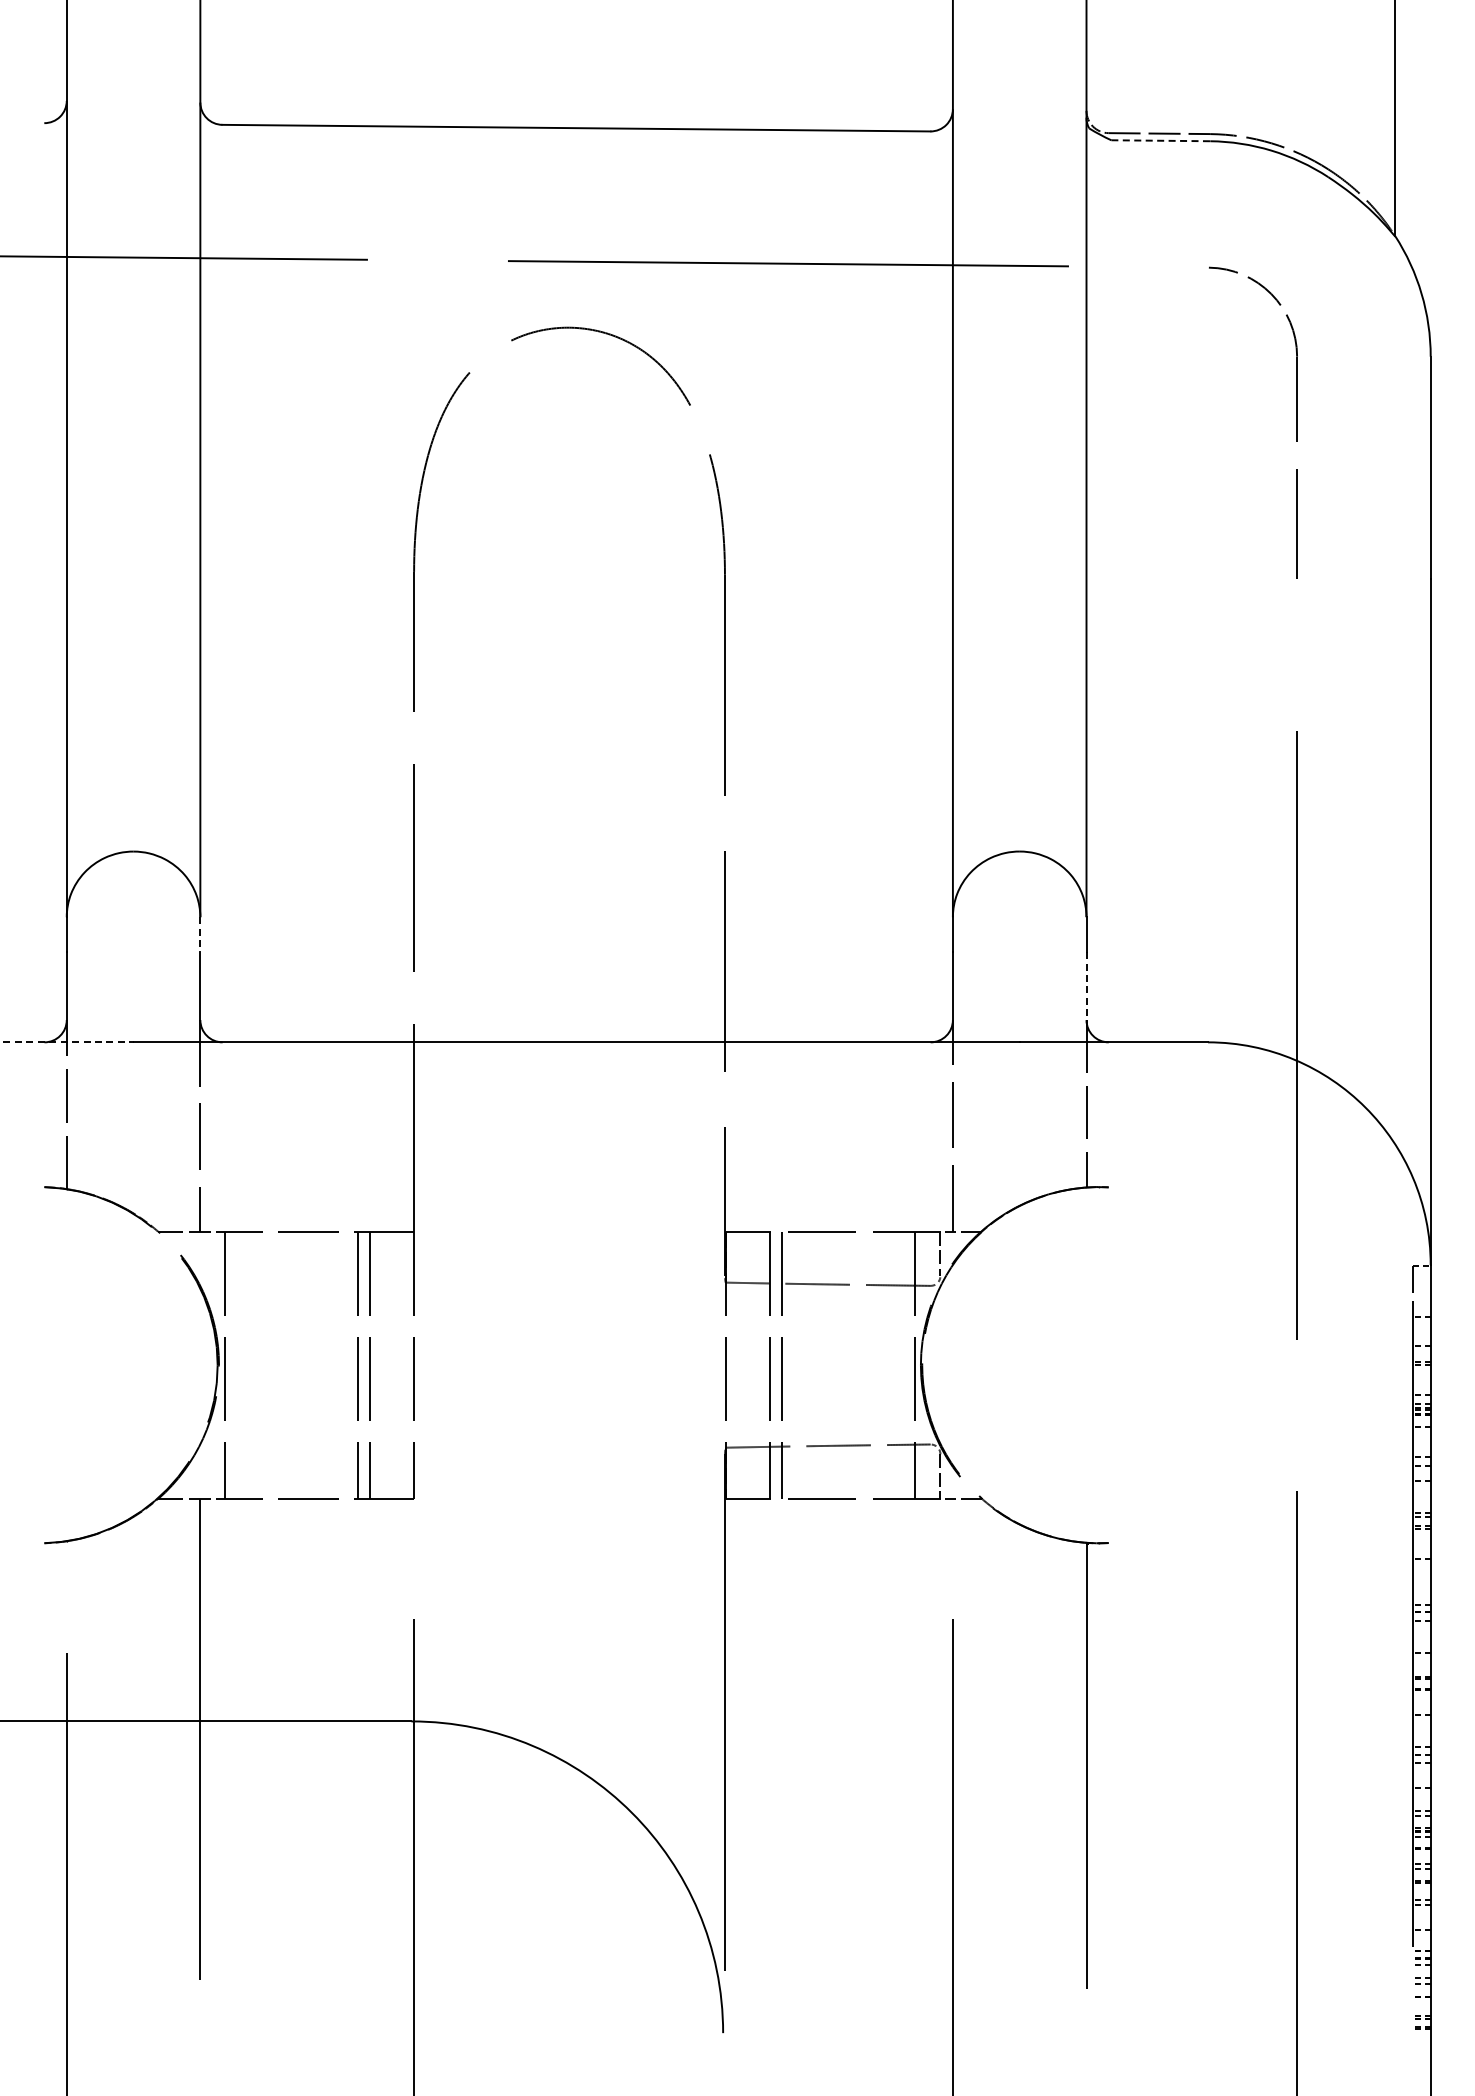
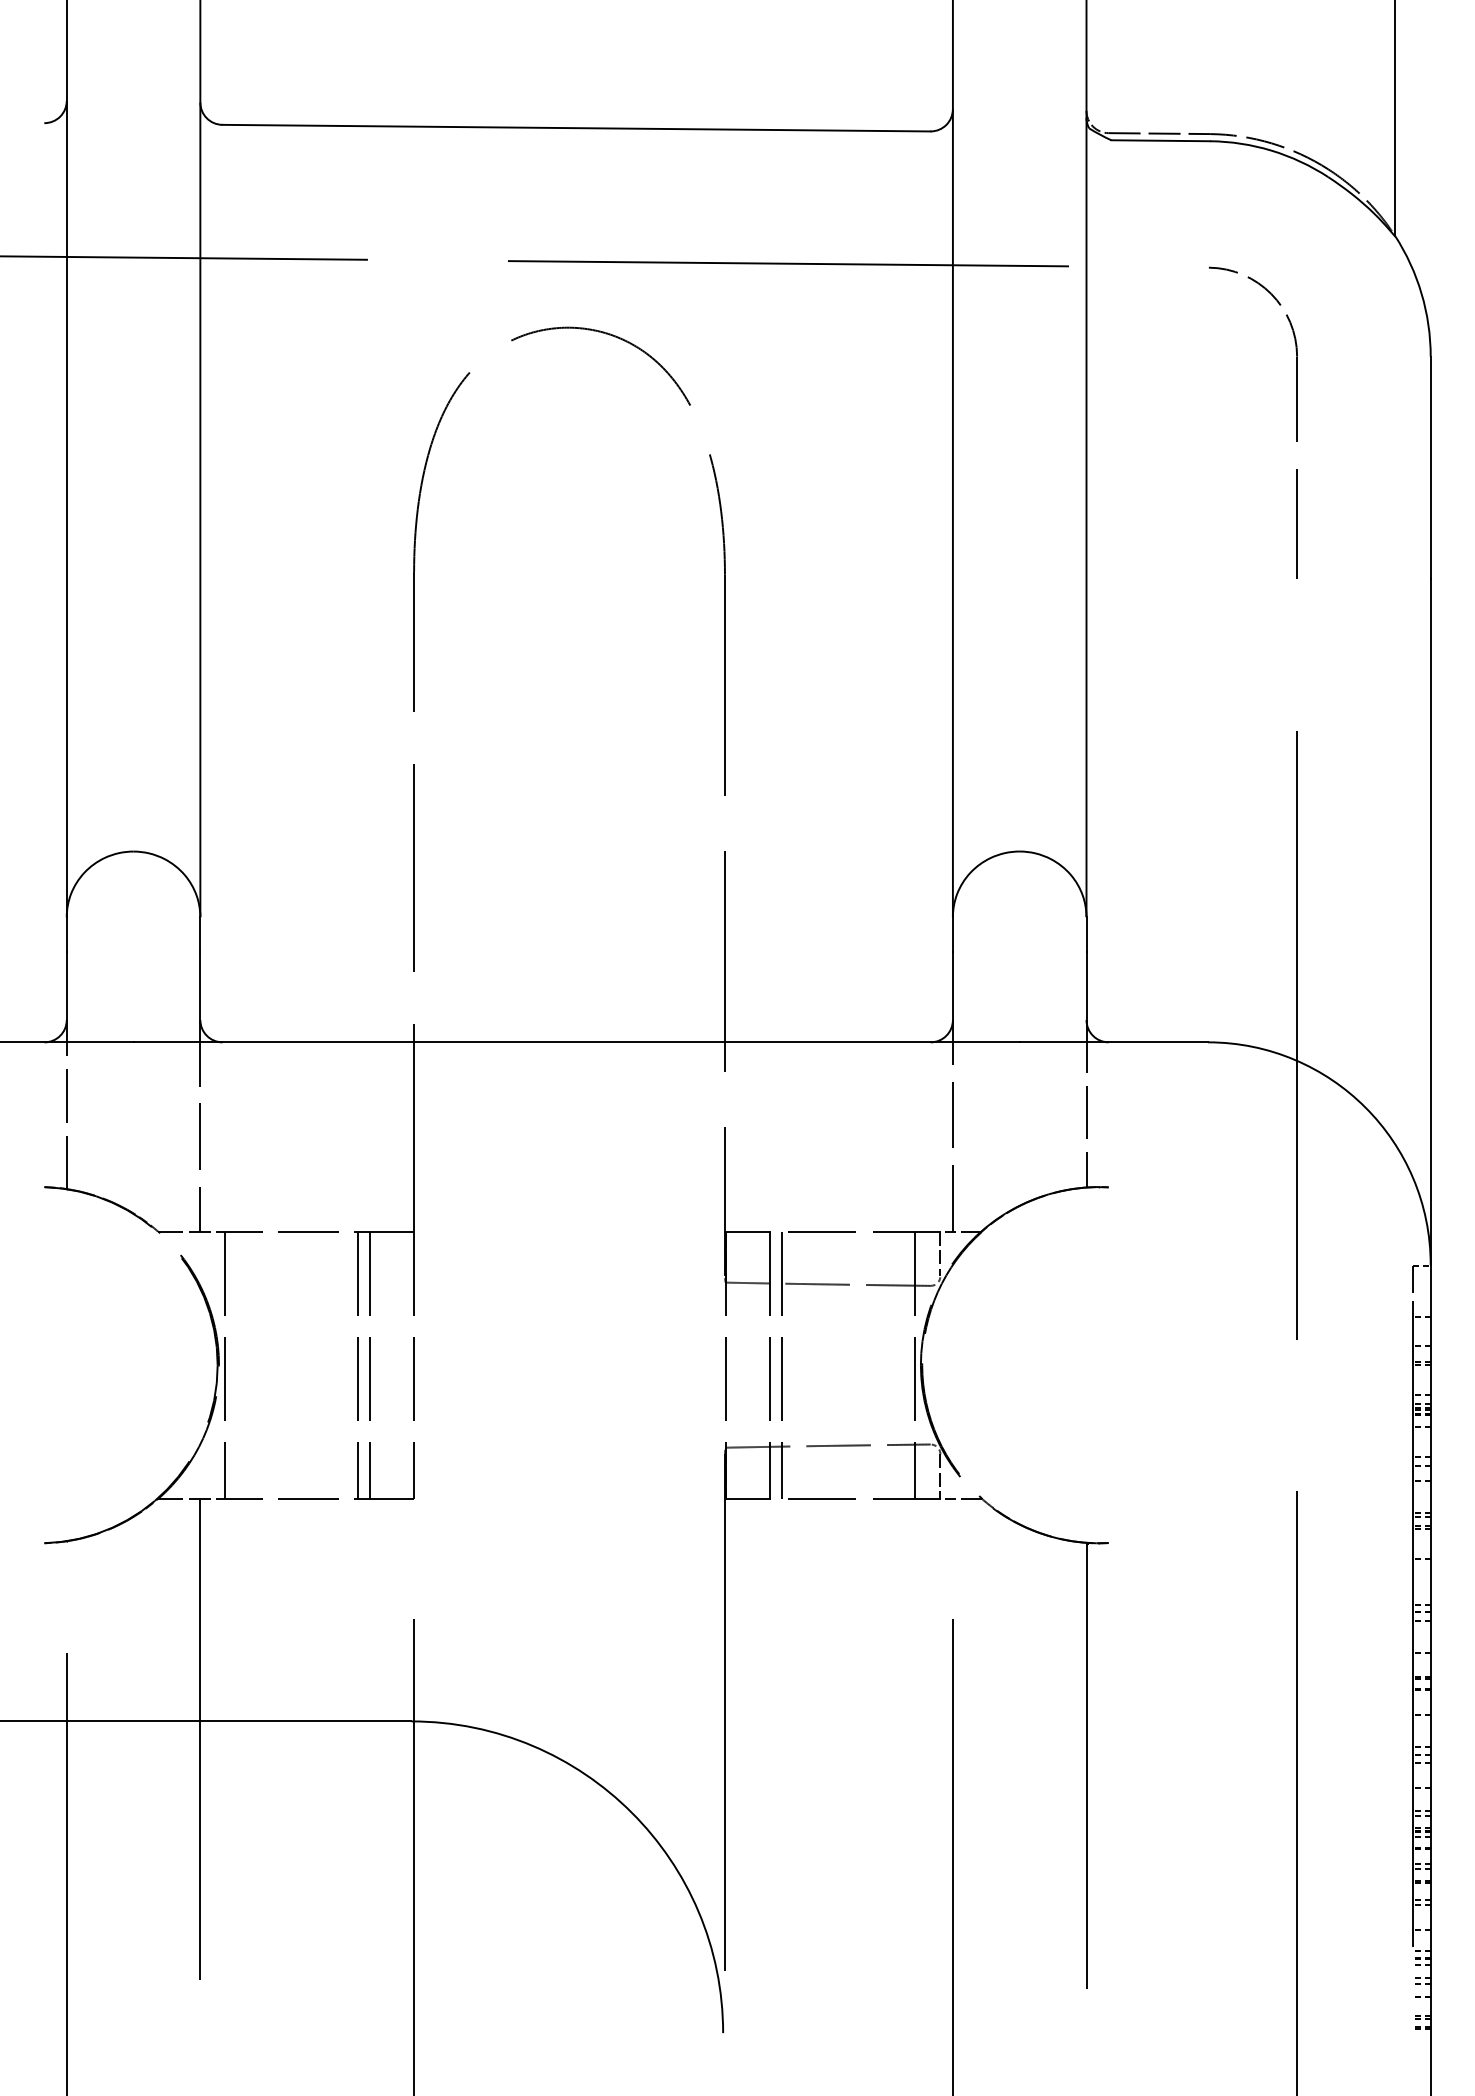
line at (1161, 140): dashed -> solid
line at (200, 935): dashed -> solid
line at (1086, 986): dashed -> solid
line at (67, 1042): dashed -> solid
